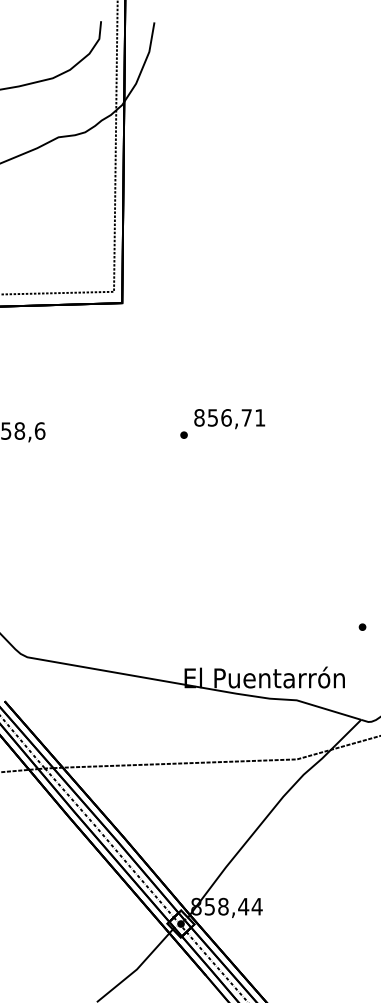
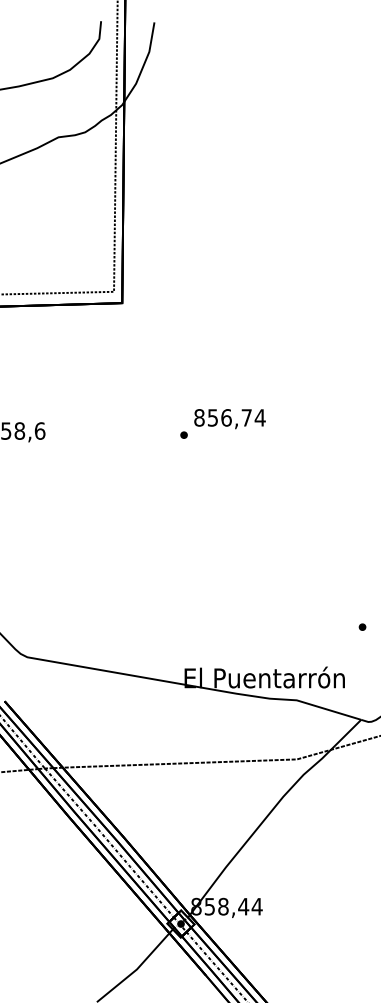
text at (259, 417): 856,71 -> 856,74
